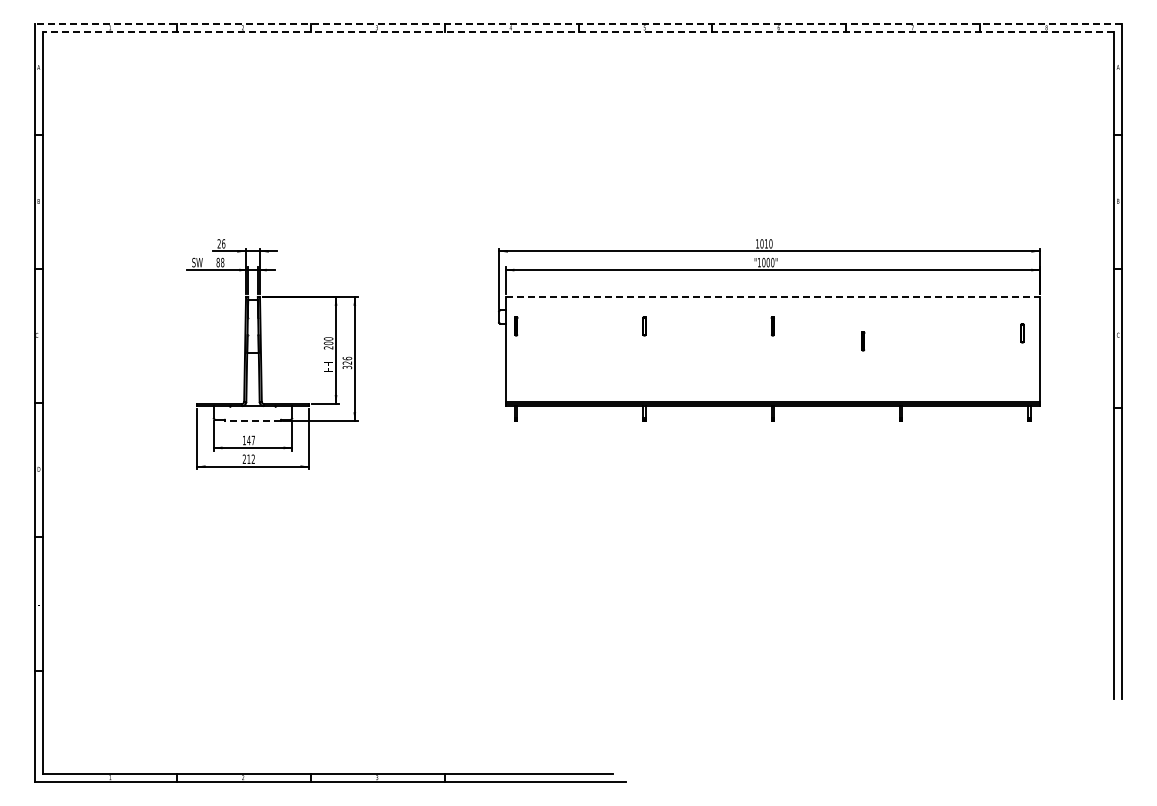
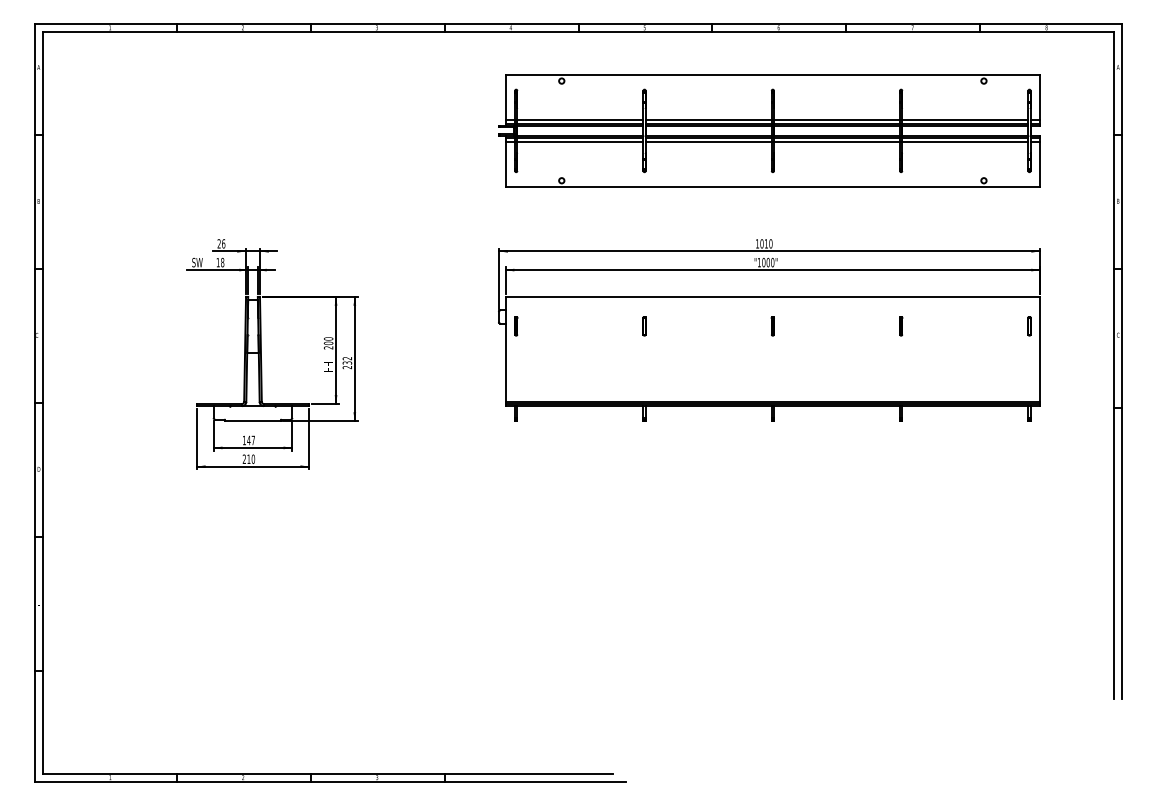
line at (578, 23): dashed -> solid
line at (578, 31): dashed -> solid
part at (769, 130): none -> present
text at (217, 262): 88 -> 18
line at (773, 296): dashed -> solid
line at (1021, 333) position: (1021, 333) -> (1028, 326)
line at (863, 341) position: (863, 341) -> (901, 326)
text at (347, 362): 326 -> 232
line at (253, 421): dashed -> solid
text at (253, 458): 212 -> 210
